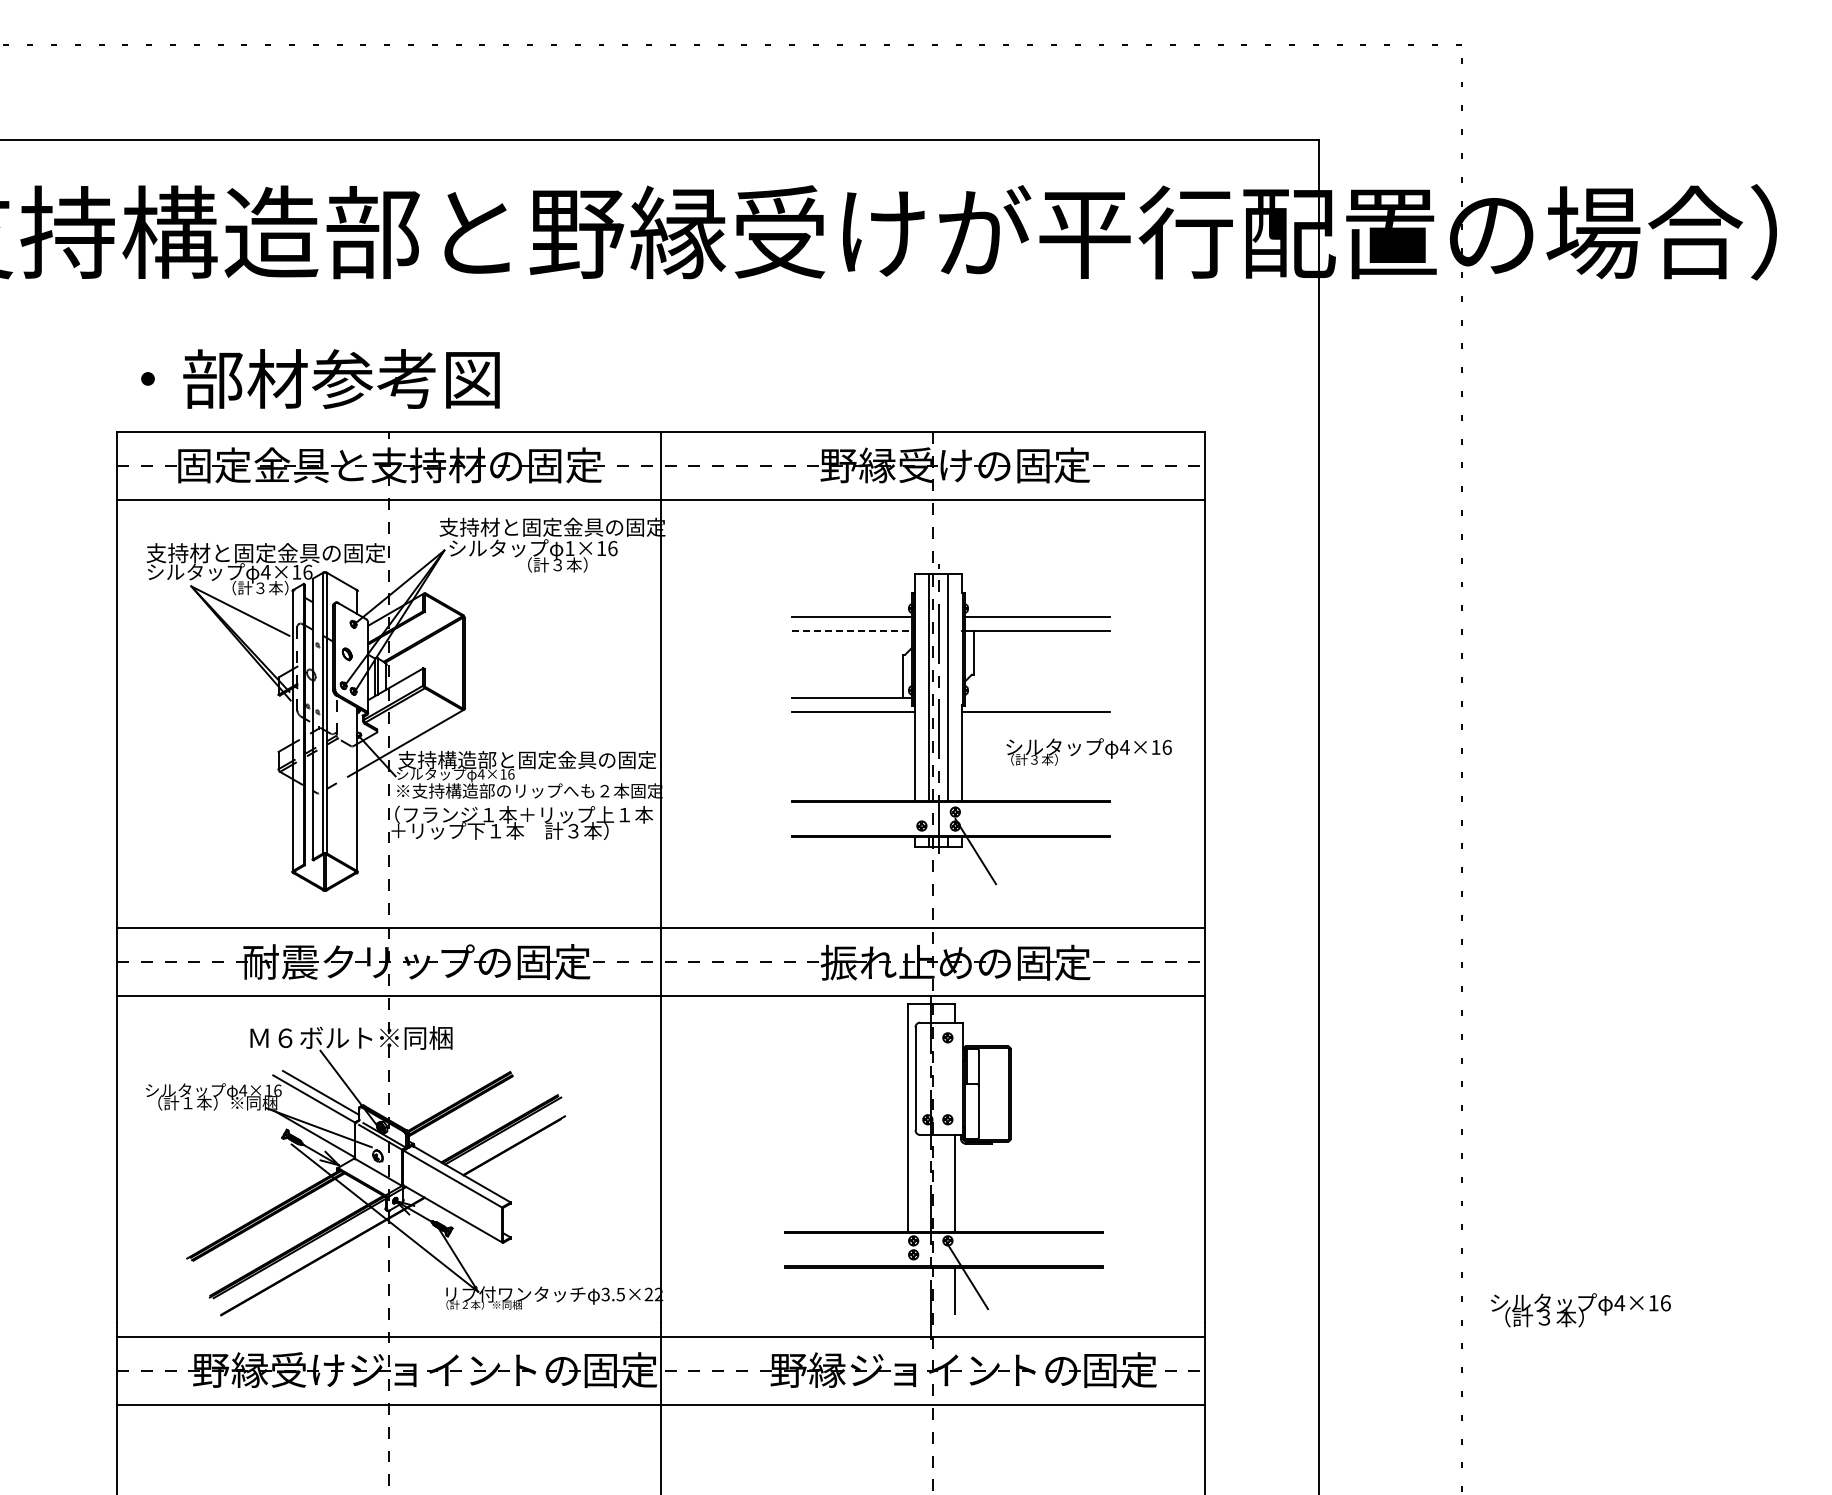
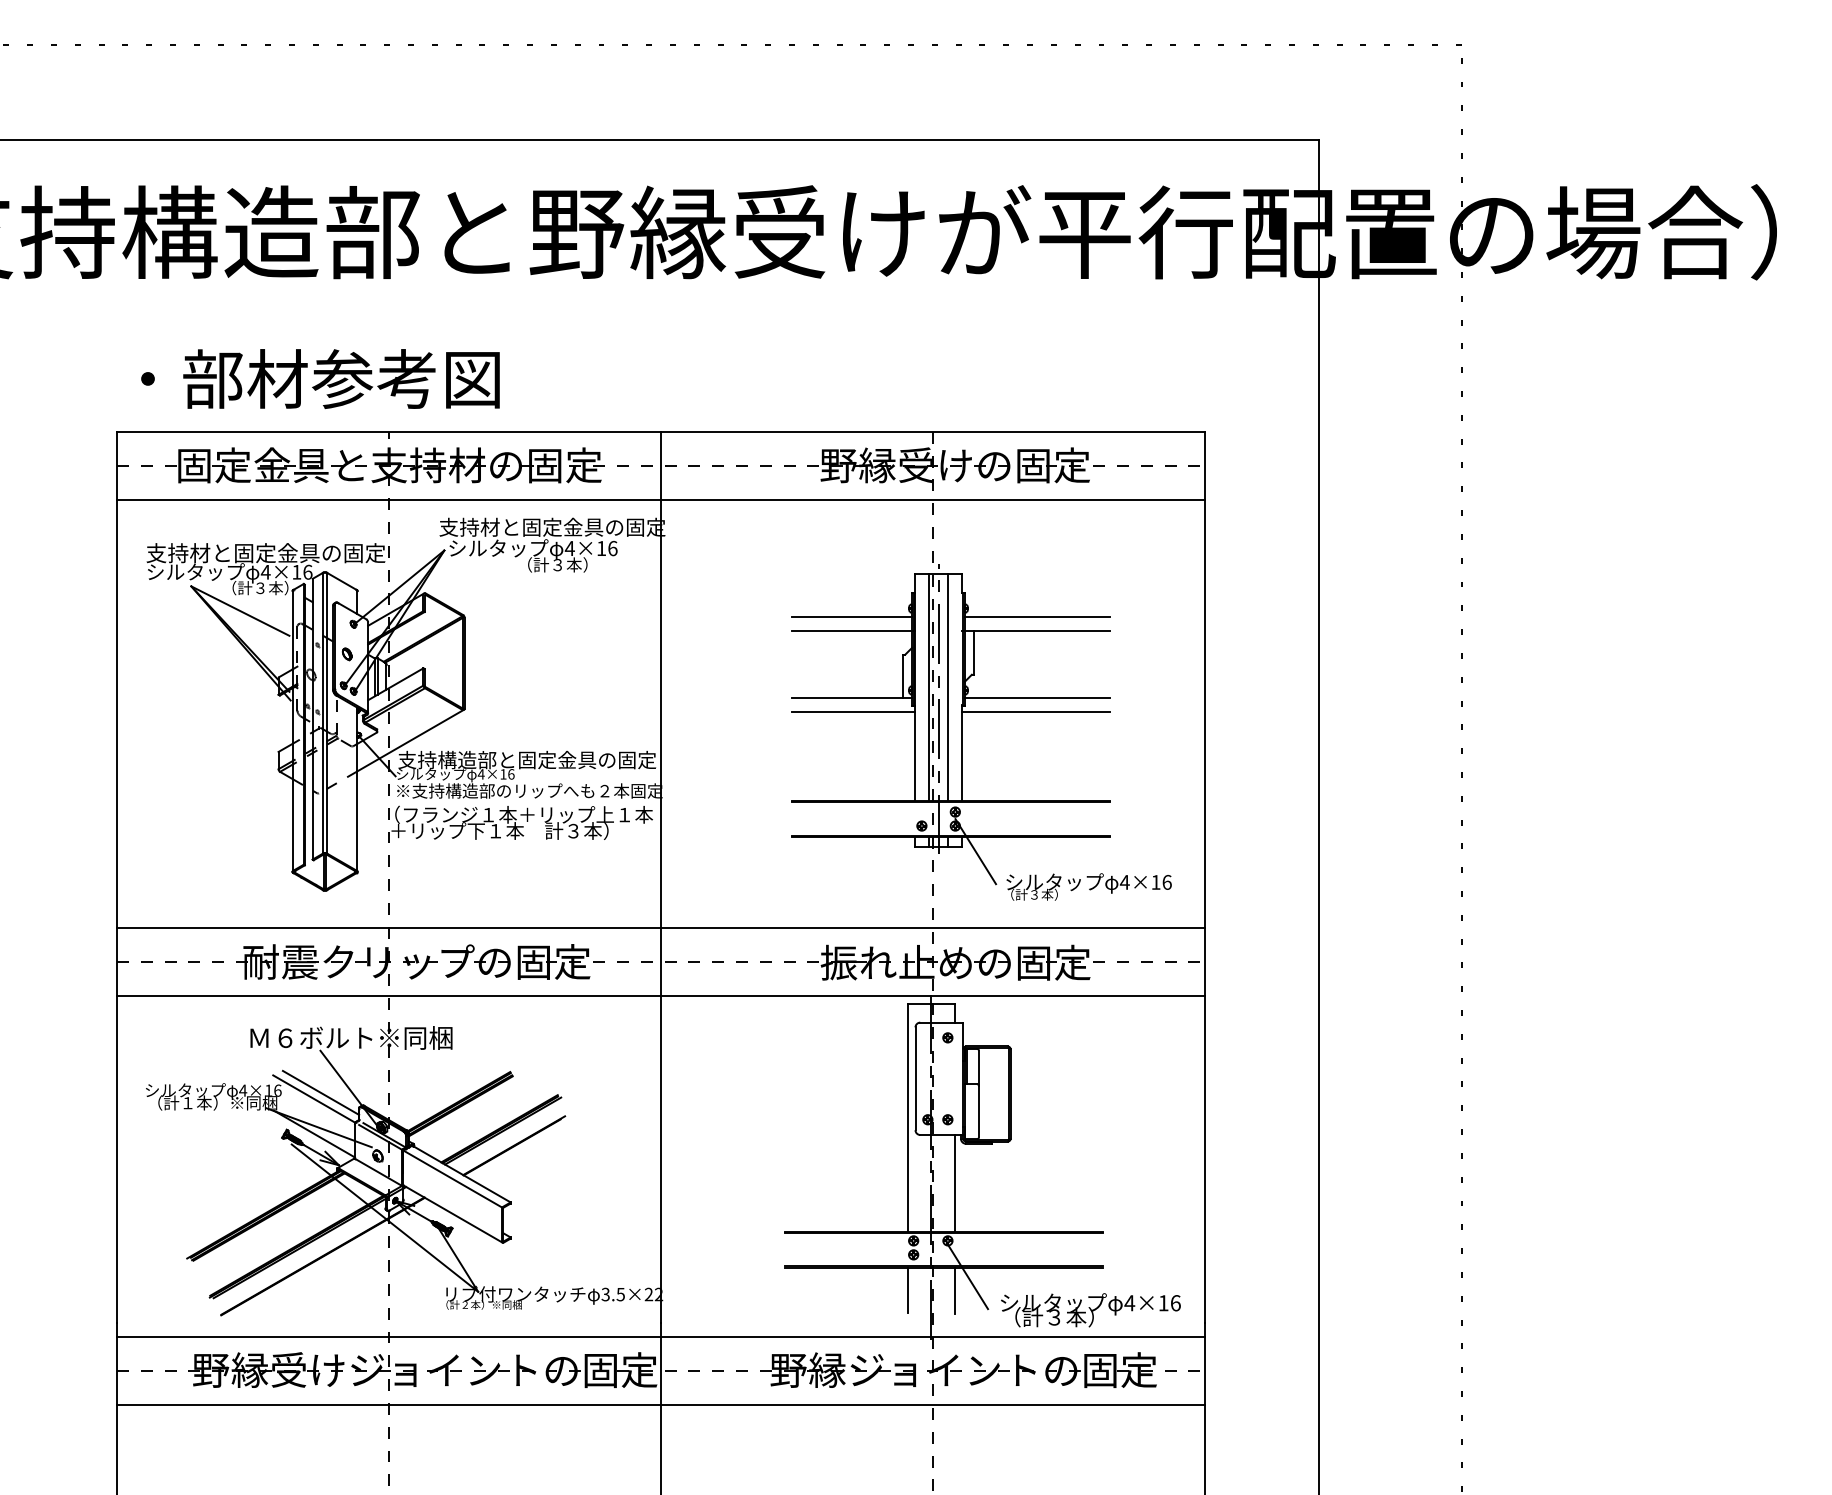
text at (569, 548): 1×16 -> 4×16
line at (853, 631): dashed -> solid
line at (1036, 698): none -> present
text at (1088, 751) position: (1088, 751) -> (1088, 886)
line at (907, 1289): none -> present
text at (1580, 1310) position: (1580, 1310) -> (1090, 1310)
